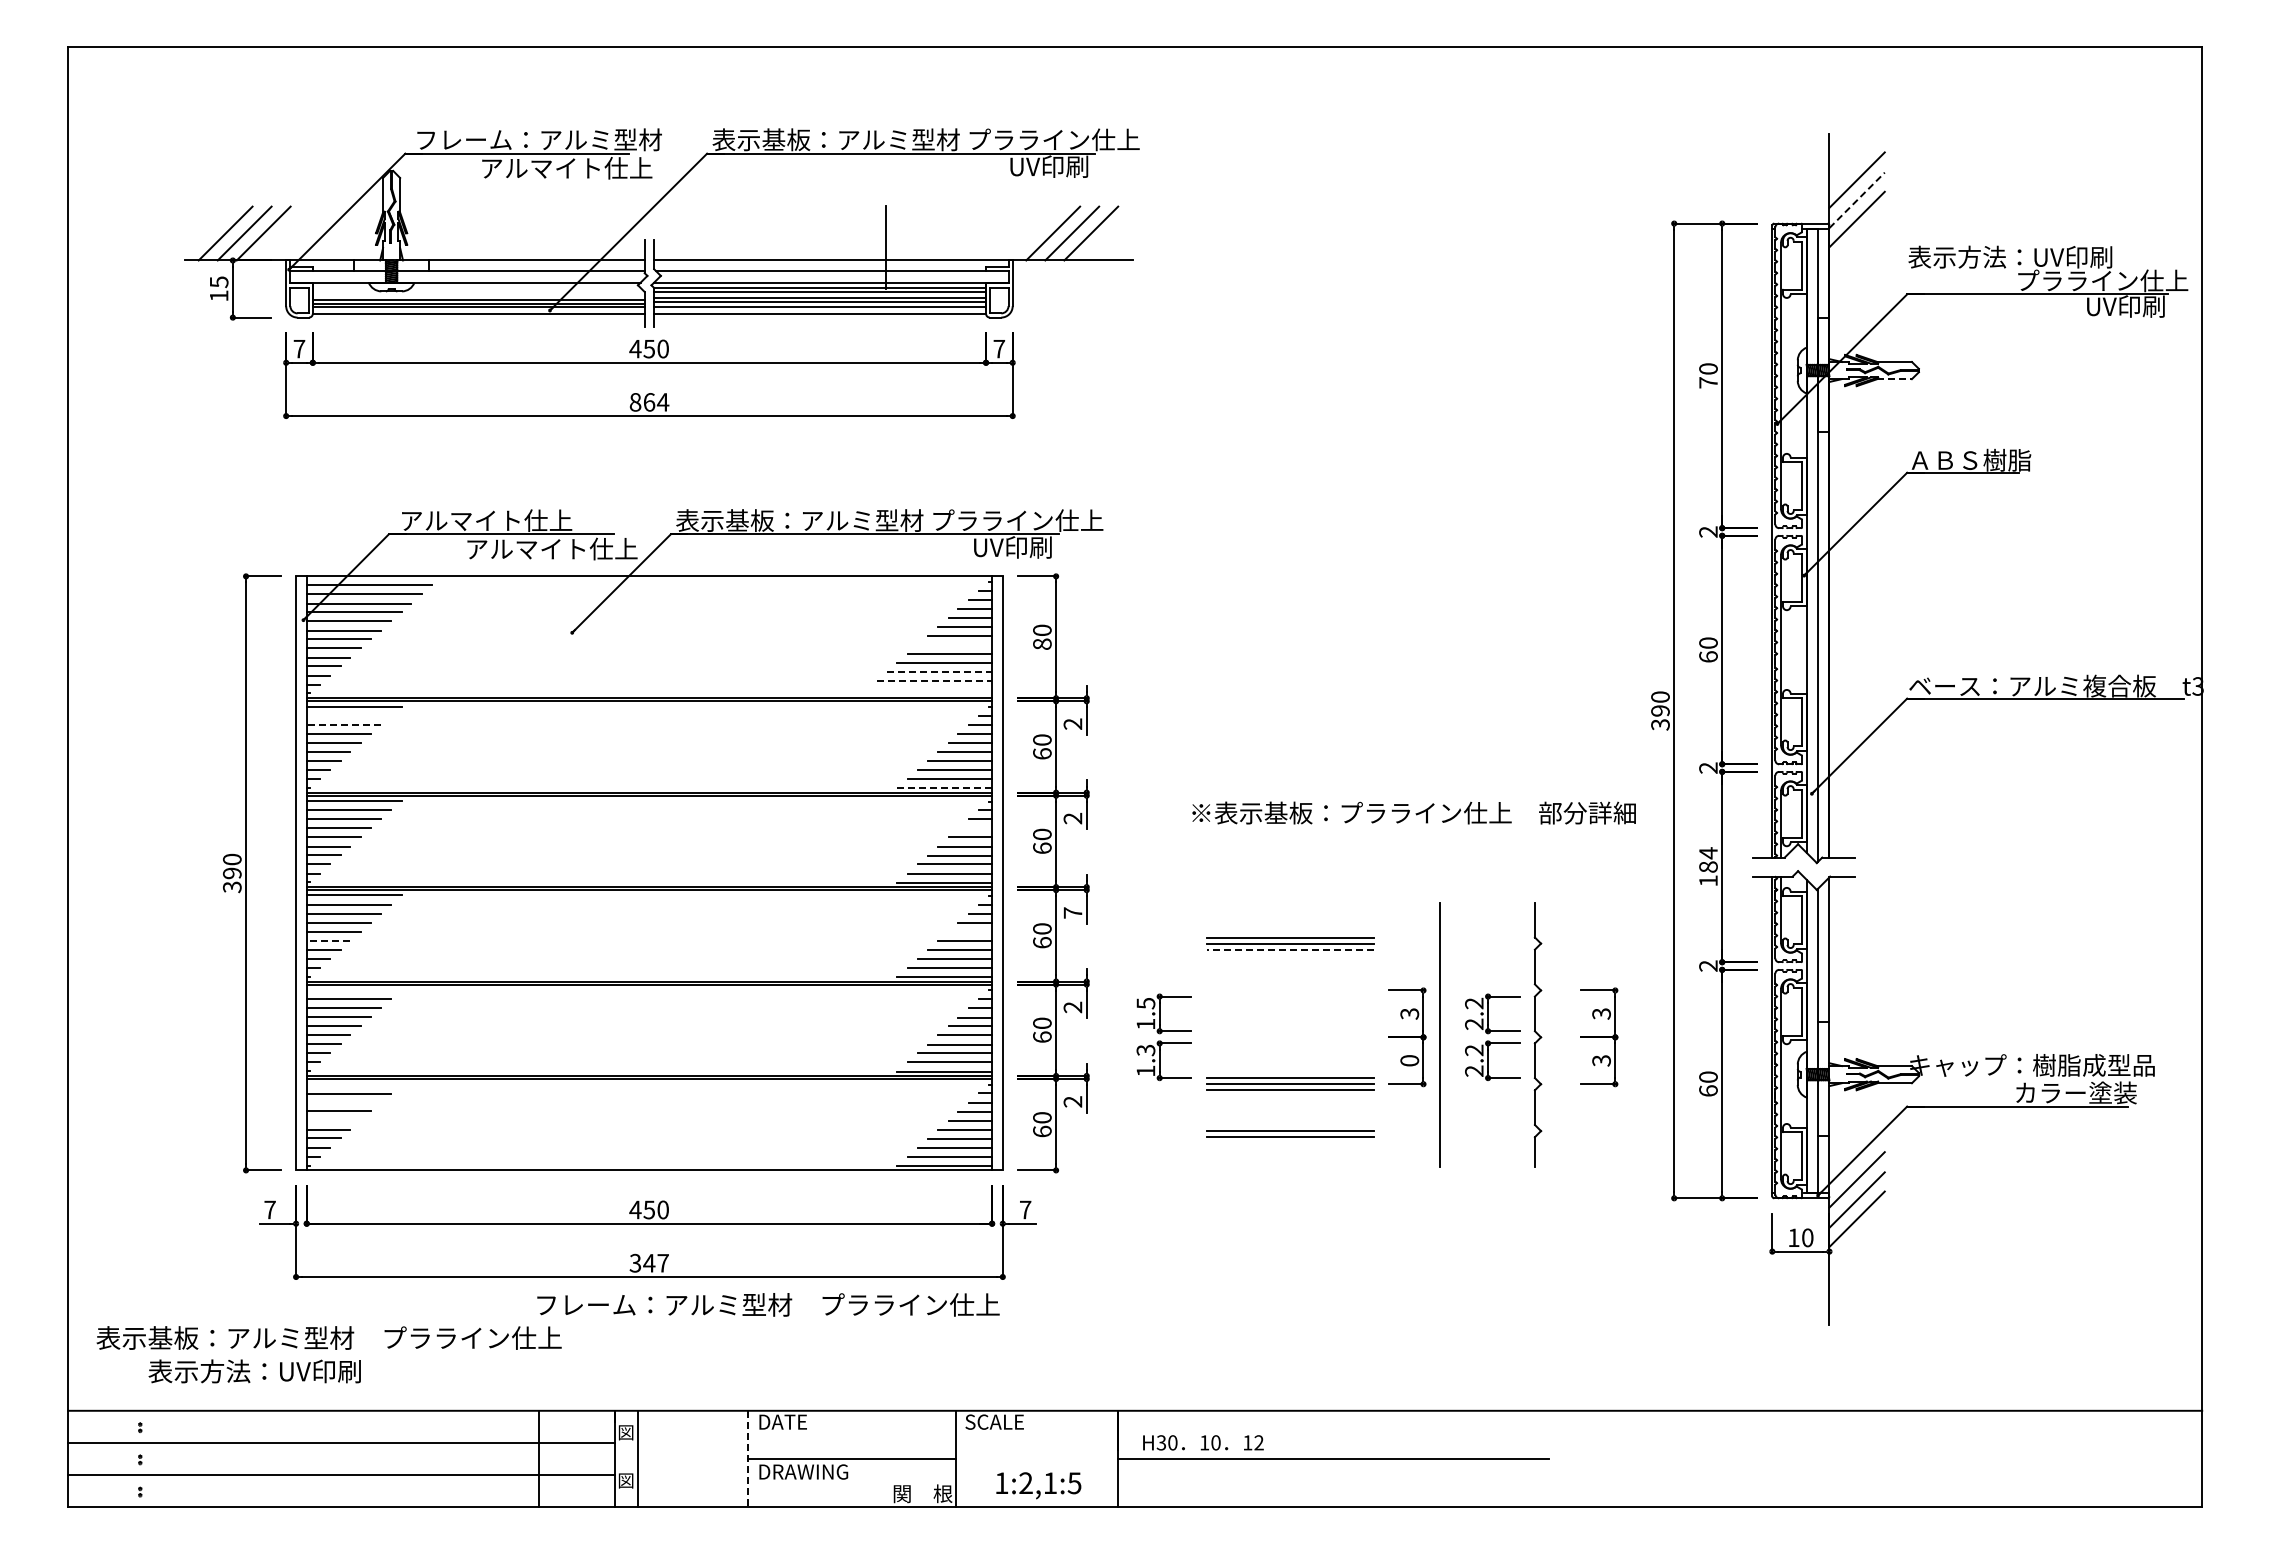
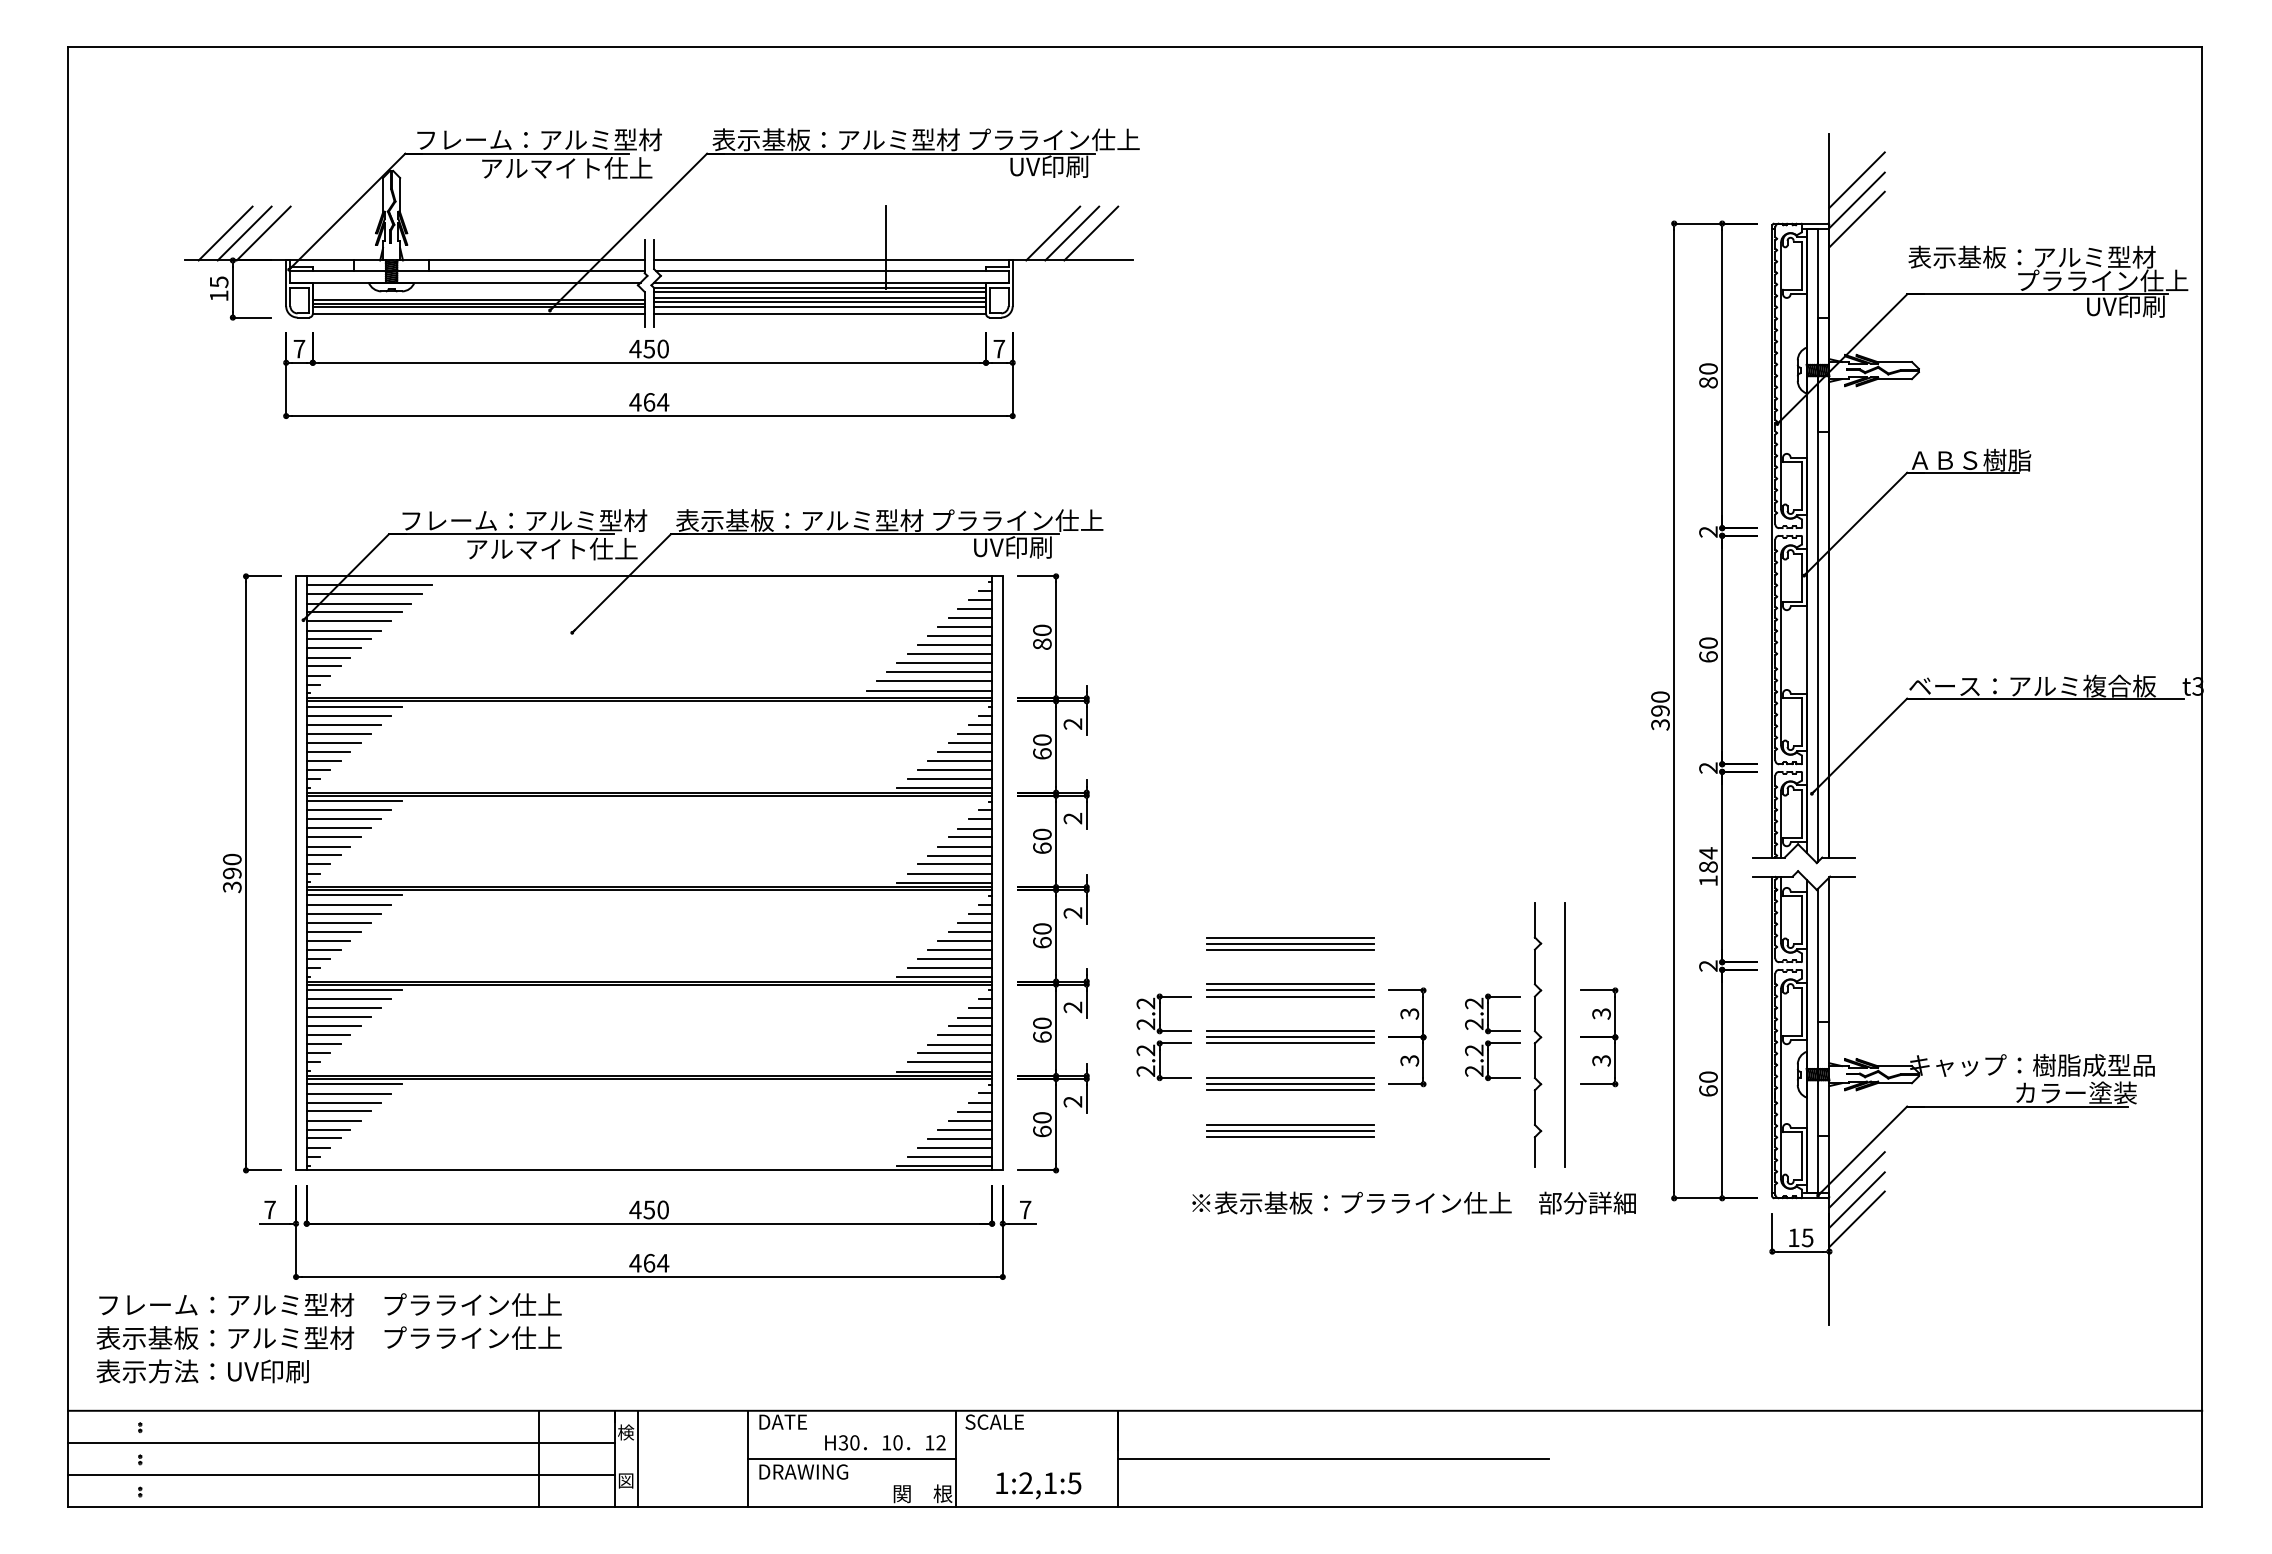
line at (1857, 200): dashed -> solid
text at (2056, 256): 表示方法：UV印刷 -> 表示基板：アルミ型材
line at (1895, 379): dashed -> solid
text at (1708, 382): 70 -> 80
text at (635, 402): 864 -> 464
text at (524, 520): アルマイト仕上 -> フレーム：アルミ型材
line at (955, 645): none -> present
line at (940, 672): dashed -> solid
line at (934, 681): dashed -> solid
line at (929, 690): none -> present
line at (348, 715): none -> present
line at (343, 725): dashed -> solid
line at (945, 788): dashed -> solid
text at (1413, 812) position: (1413, 812) -> (1413, 1202)
line at (975, 828): none -> present
text at (1072, 912): 7 -> 2
line at (970, 931): none -> present
line at (328, 940): dashed -> solid
line at (1290, 949): dashed -> solid
line at (353, 989): none -> present
part at (1290, 990): none -> present
text at (1145, 1013): 1.5 -> 2.2
line at (1439, 1034) position: (1439, 1034) -> (1564, 1034)
part at (1290, 1036): none -> present
text at (1145, 1060): 1.3 -> 2.2
text at (1409, 1060): 0 -> 3
line at (353, 1084): none -> present
line at (343, 1102): none -> present
line at (333, 1120): none -> present
line at (1289, 1124): none -> present
text at (1807, 1237): 10 -> 15
text at (649, 1262): 347 -> 464
text at (768, 1304) position: (768, 1304) -> (330, 1304)
text at (254, 1371) position: (254, 1371) -> (202, 1371)
text at (626, 1432): 図 -> 検
text at (1203, 1442) position: (1203, 1442) -> (885, 1442)
line at (747, 1459): dashed -> solid
